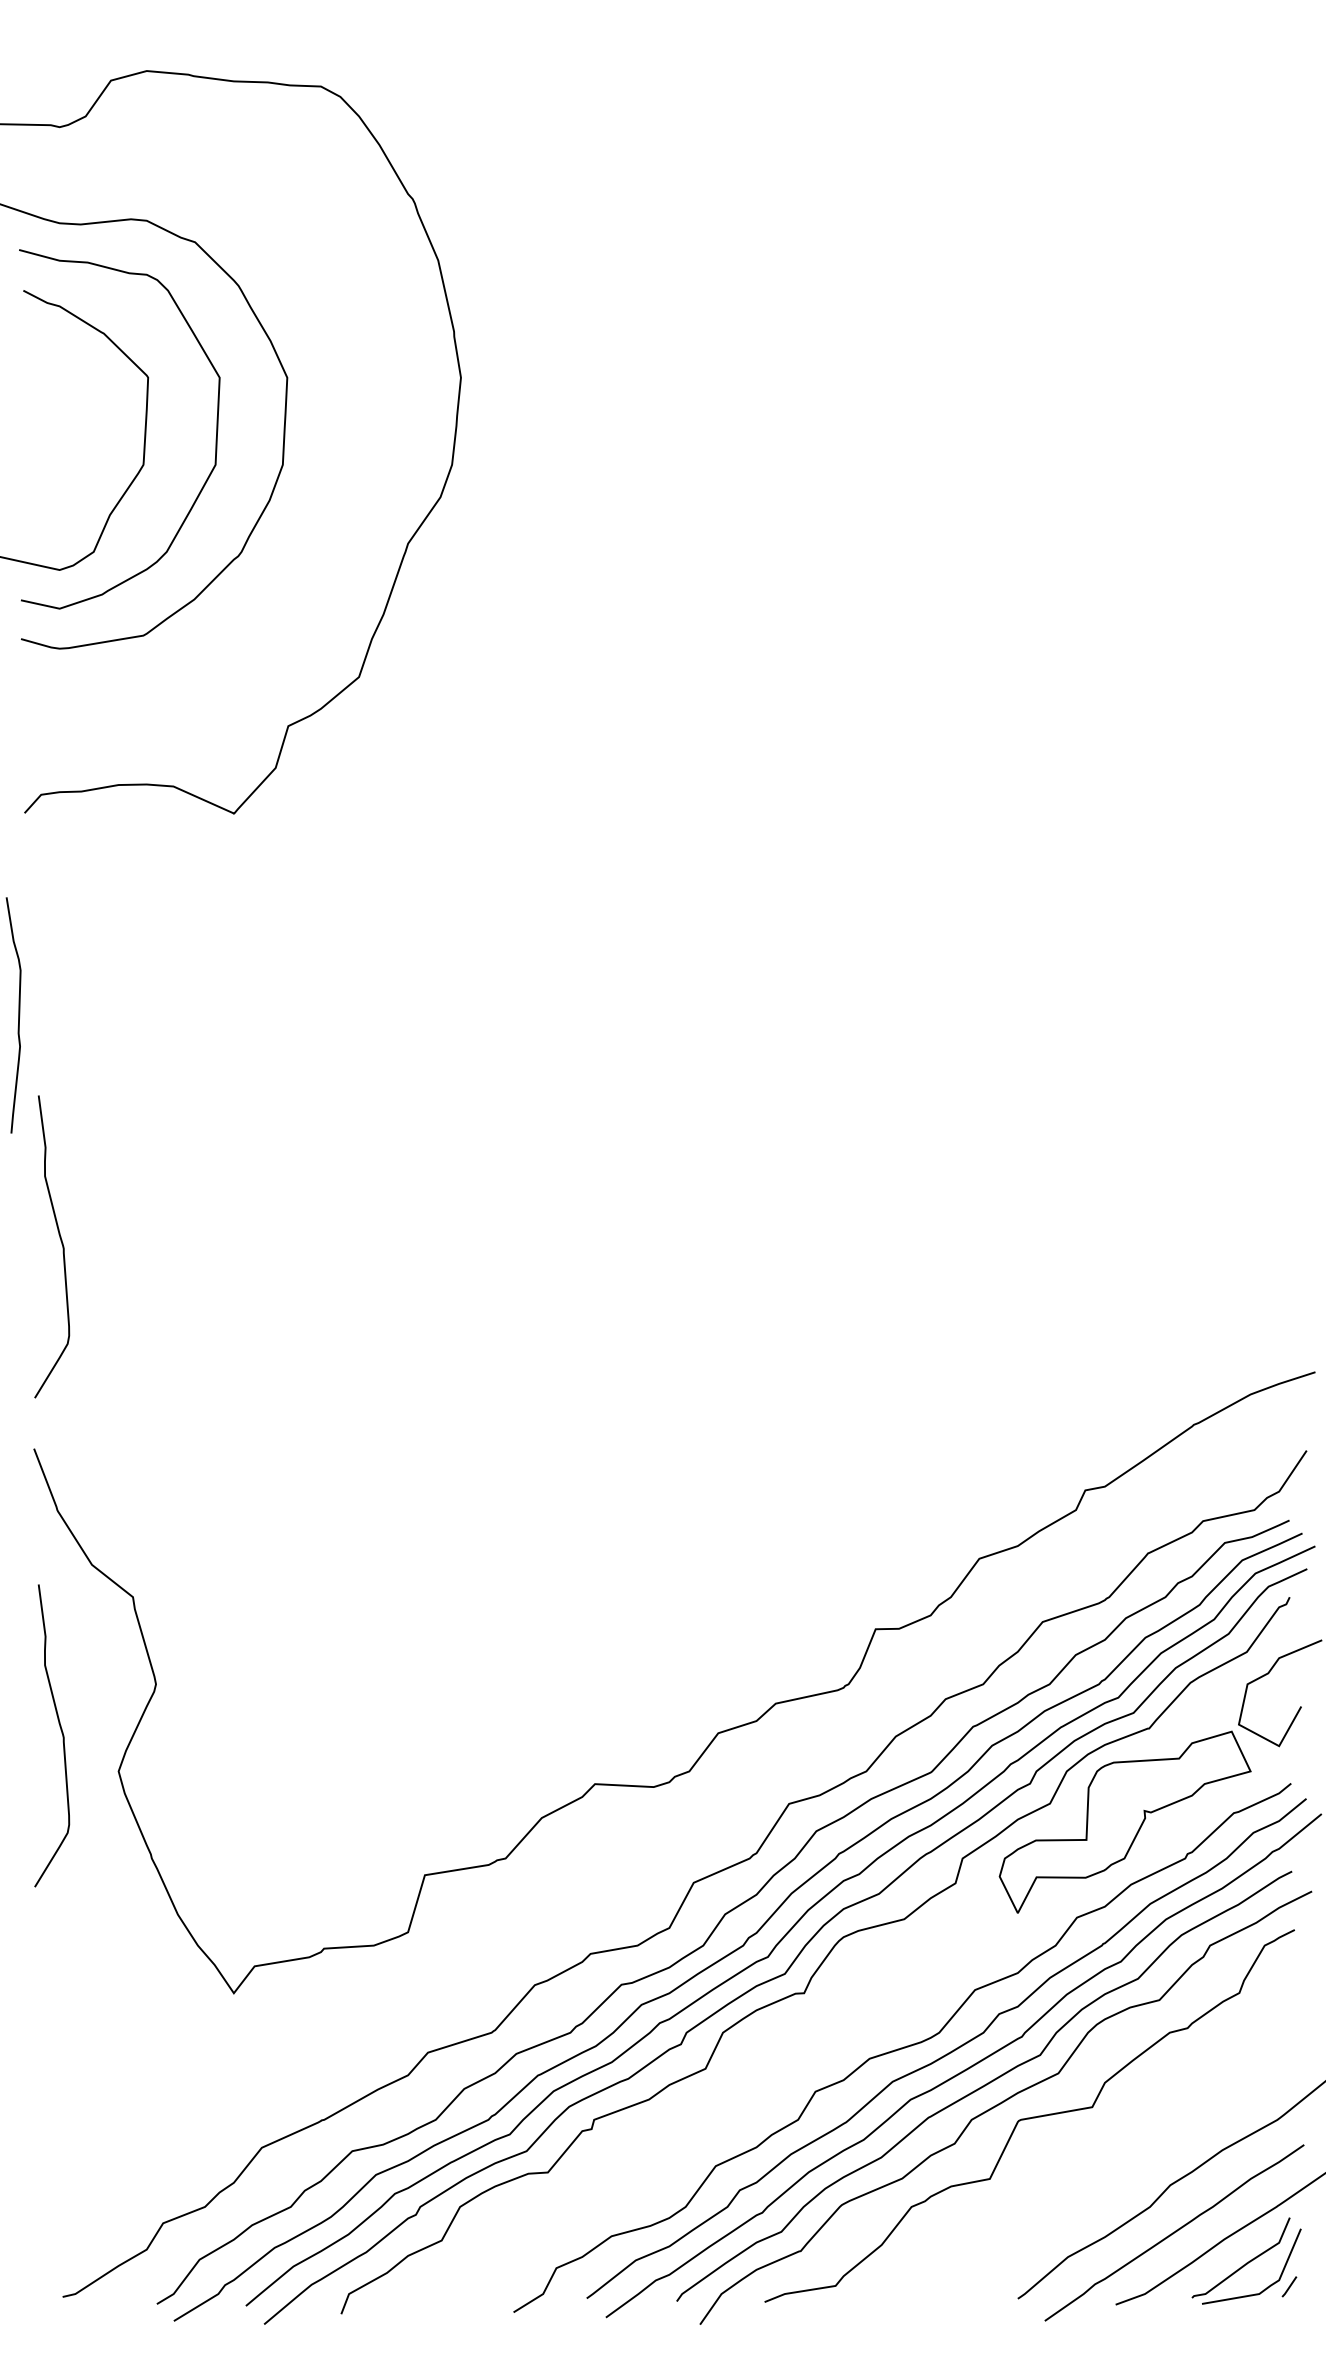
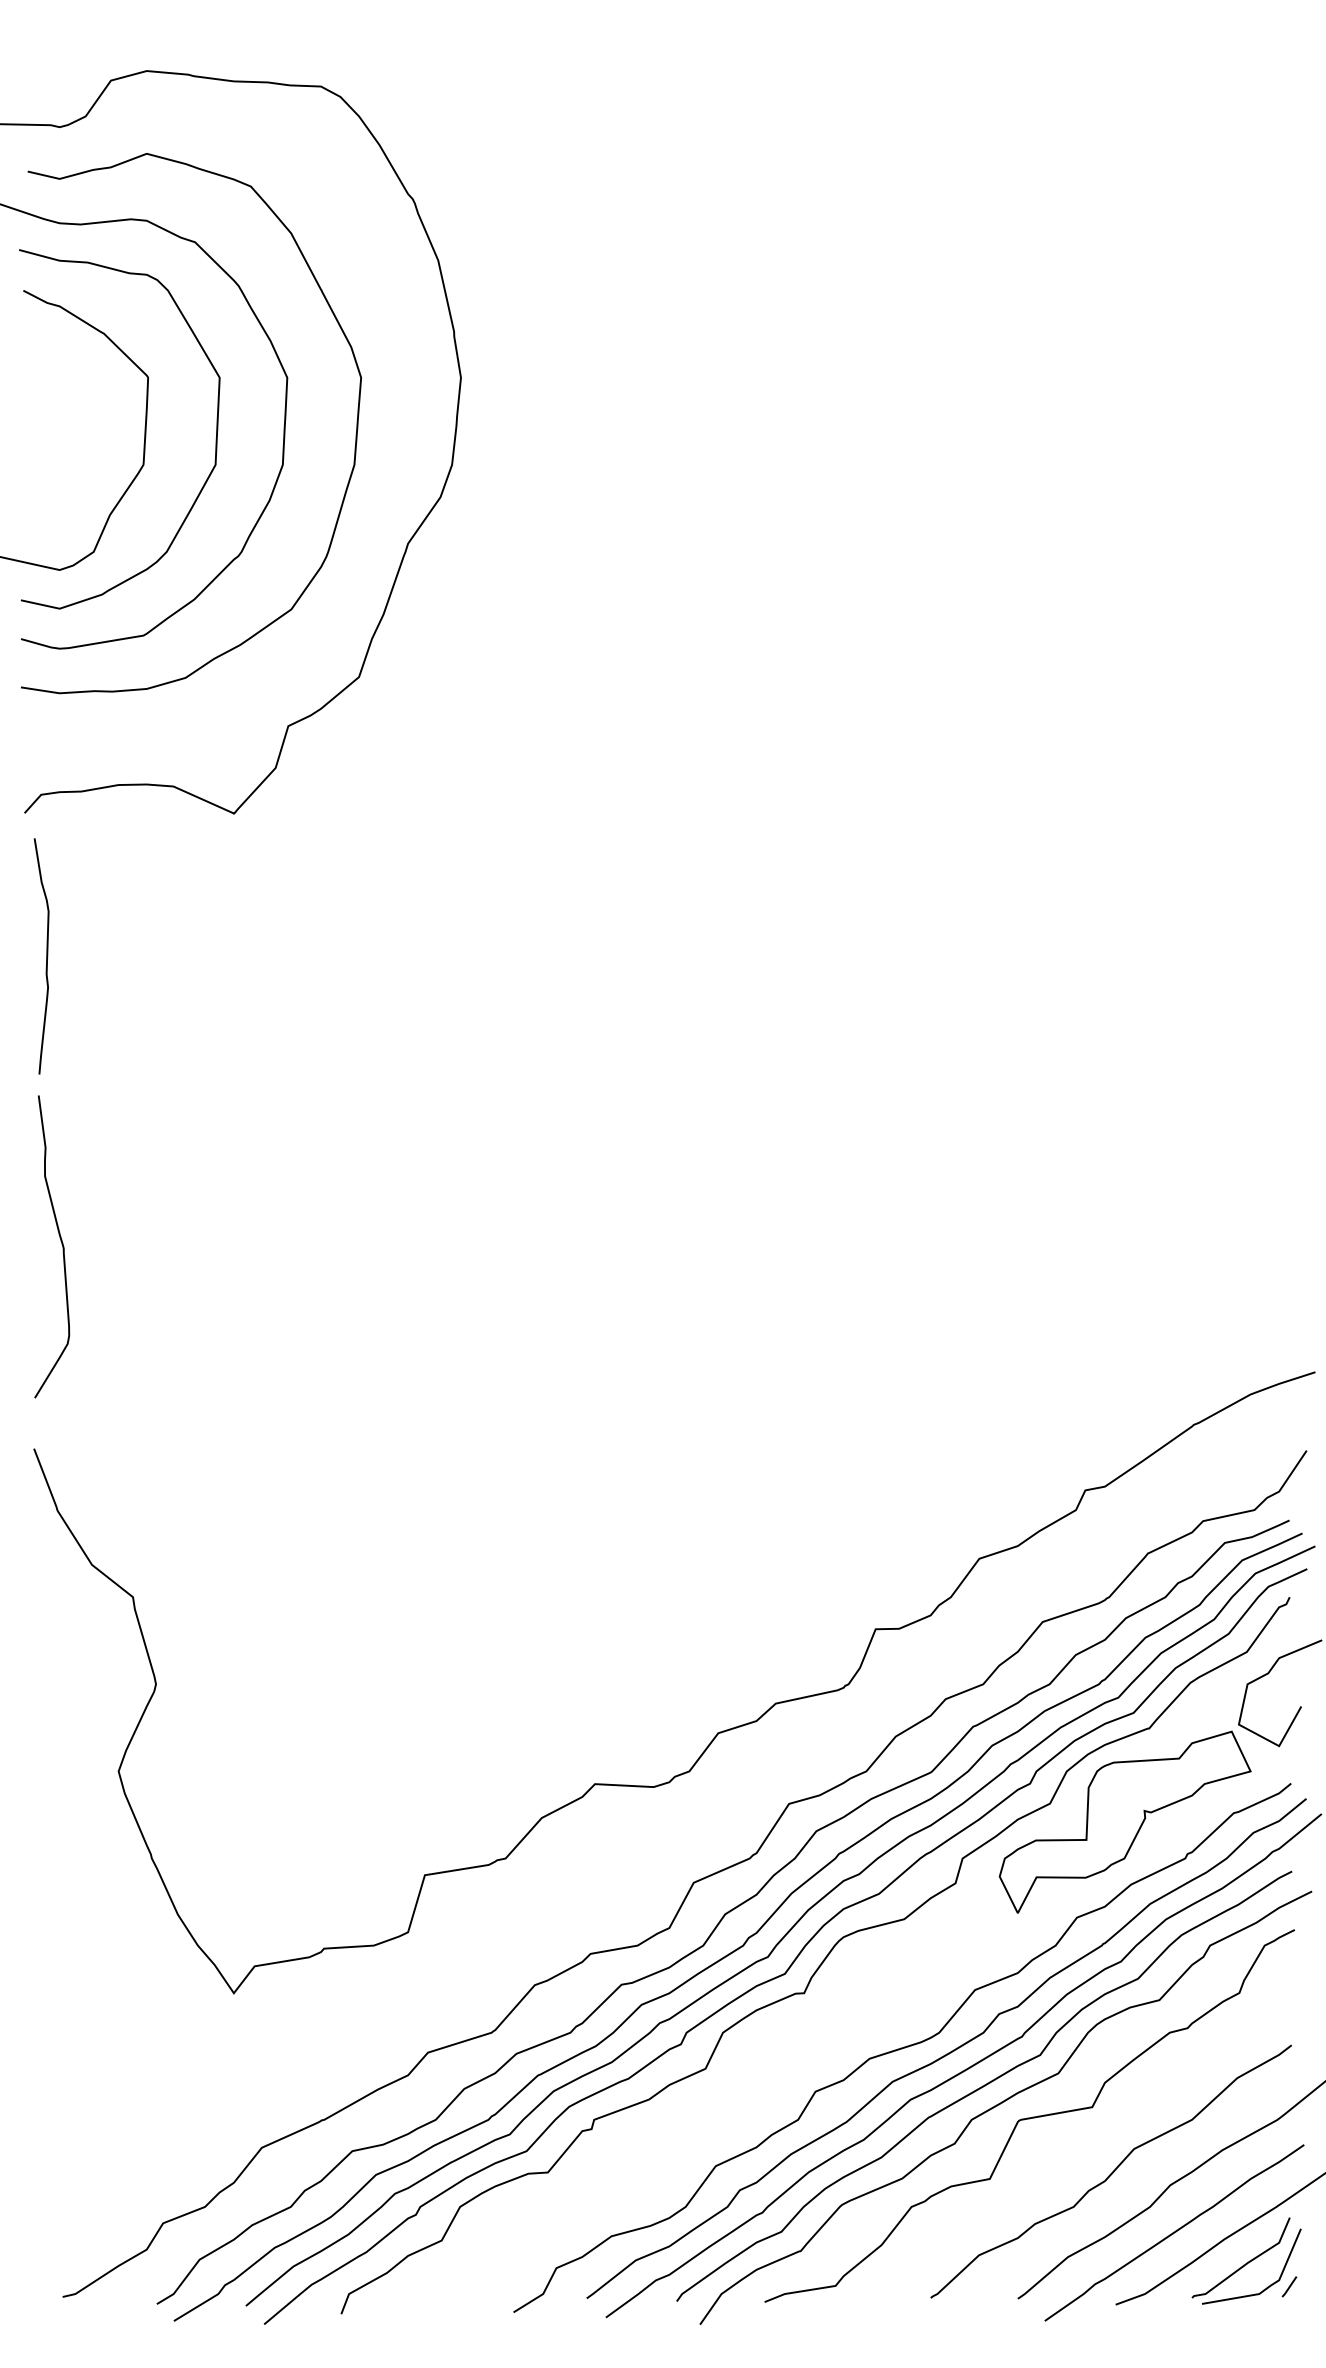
curve at (355, 434): none -> present
curve at (18, 1015) position: (18, 1015) -> (46, 956)
curve at (61, 1733): present -> none
curve at (1111, 2172): none -> present
